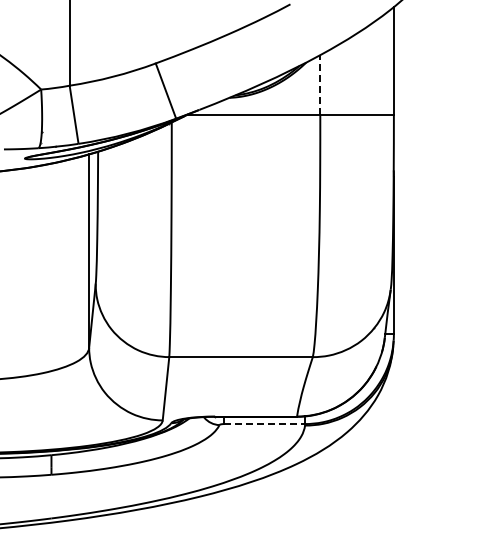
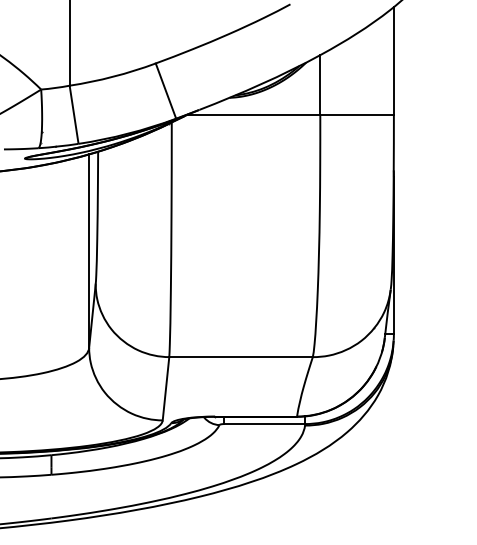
line at (320, 84): dashed -> solid
line at (265, 424): dashed -> solid
